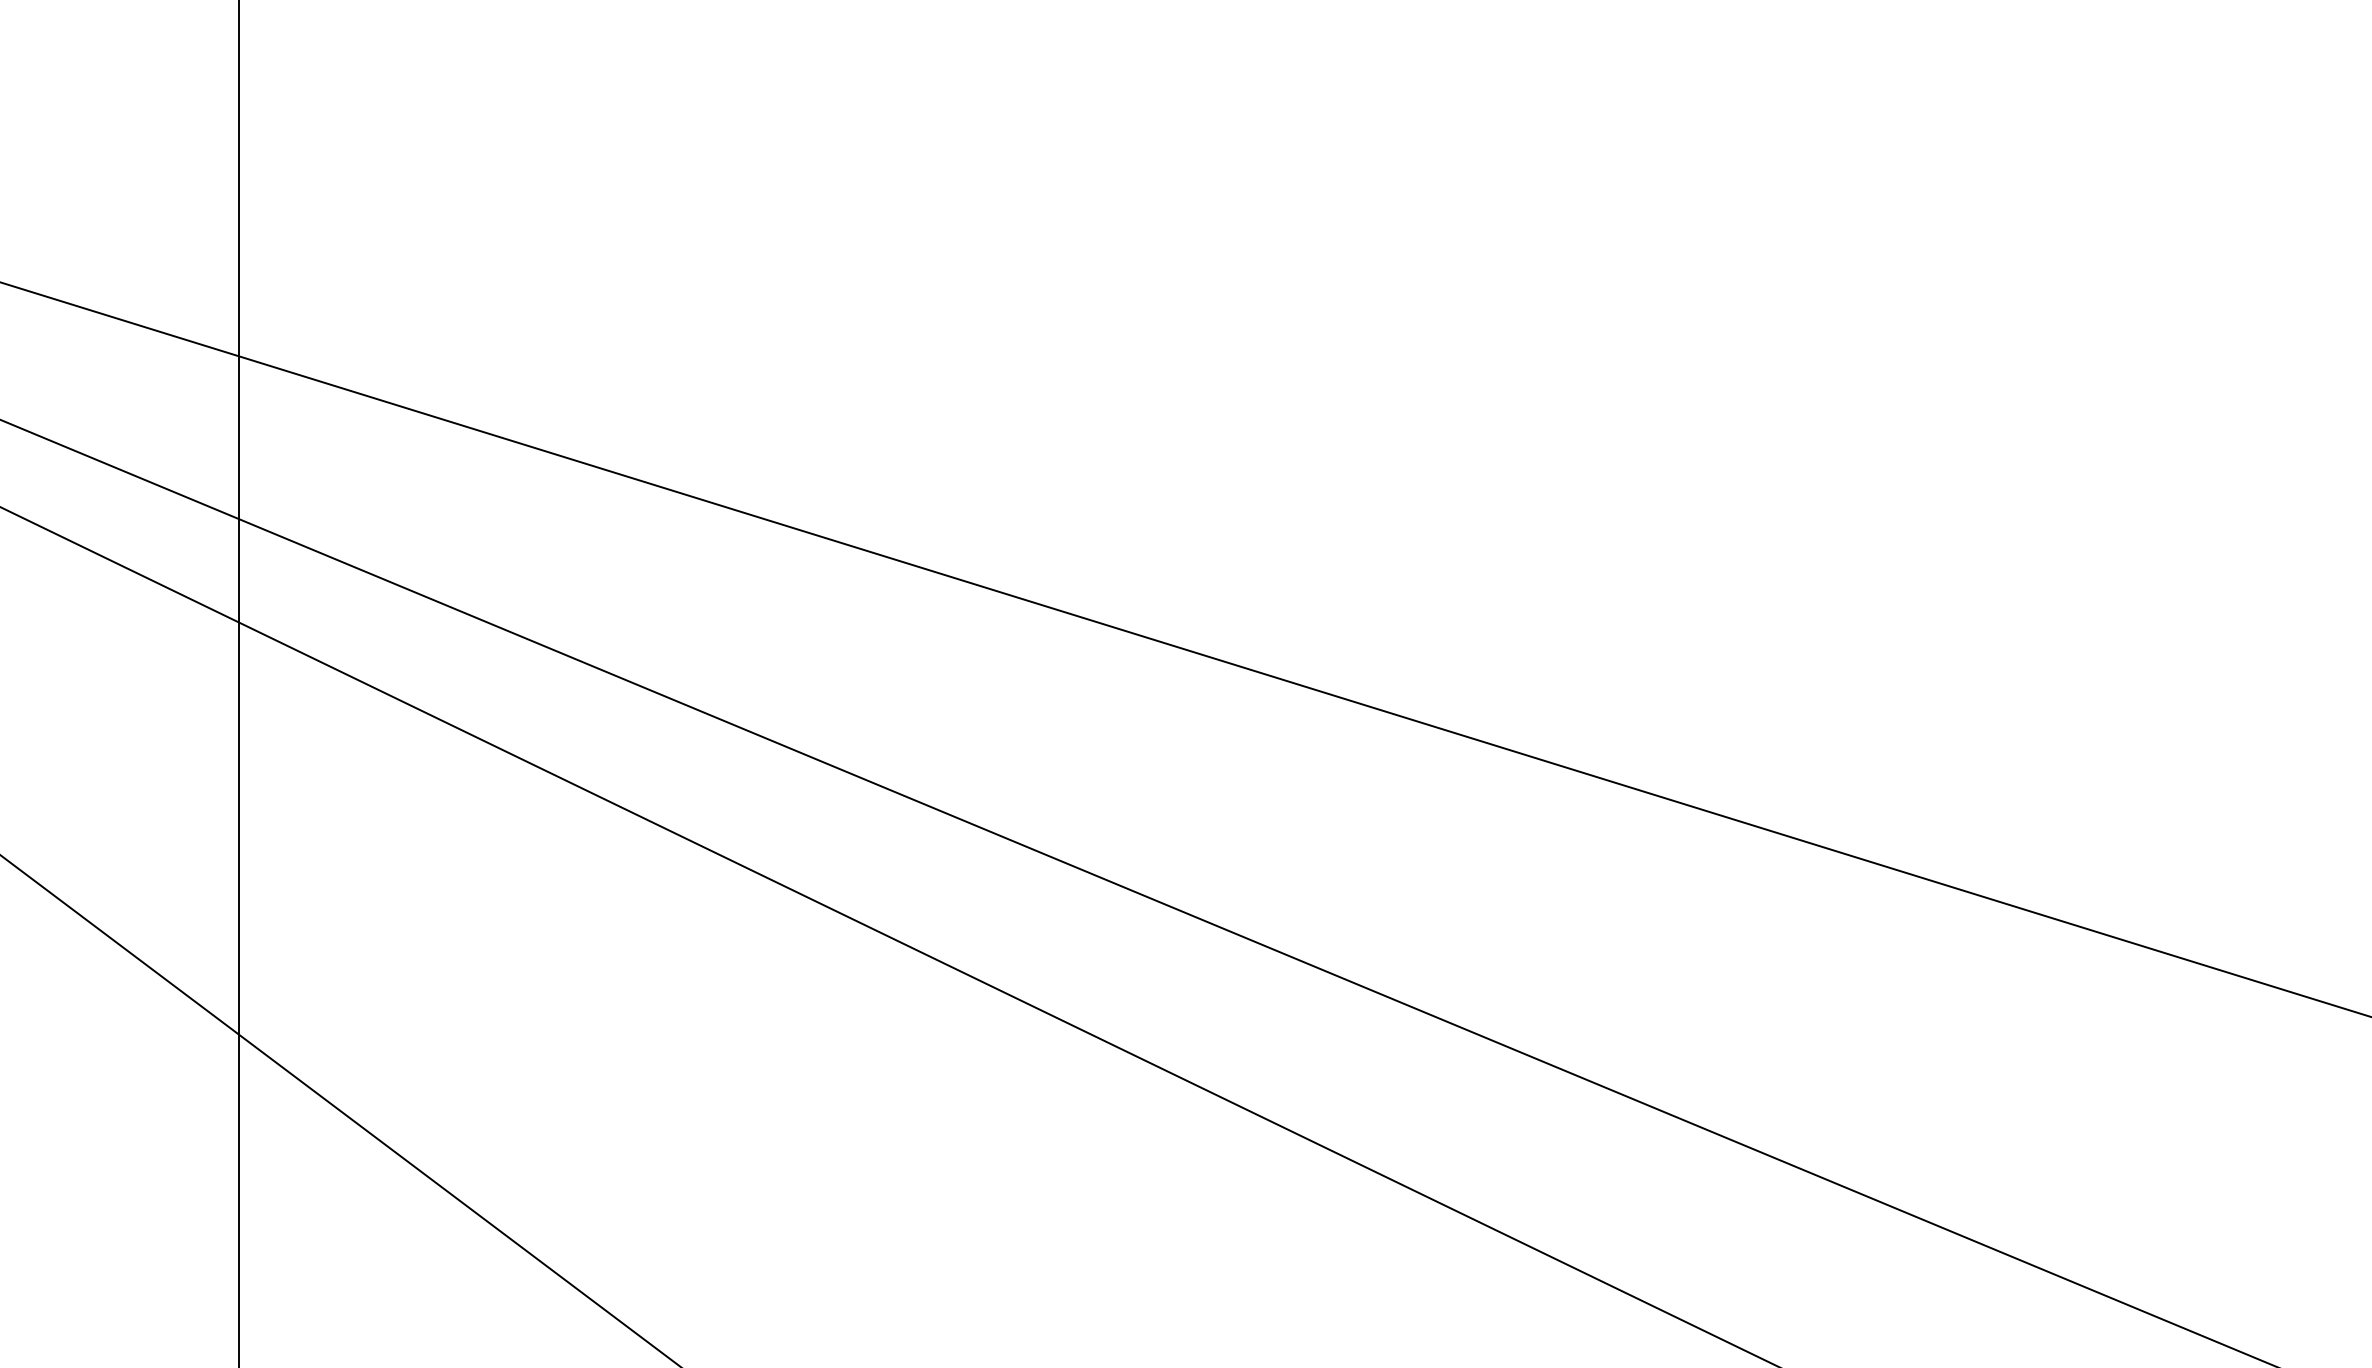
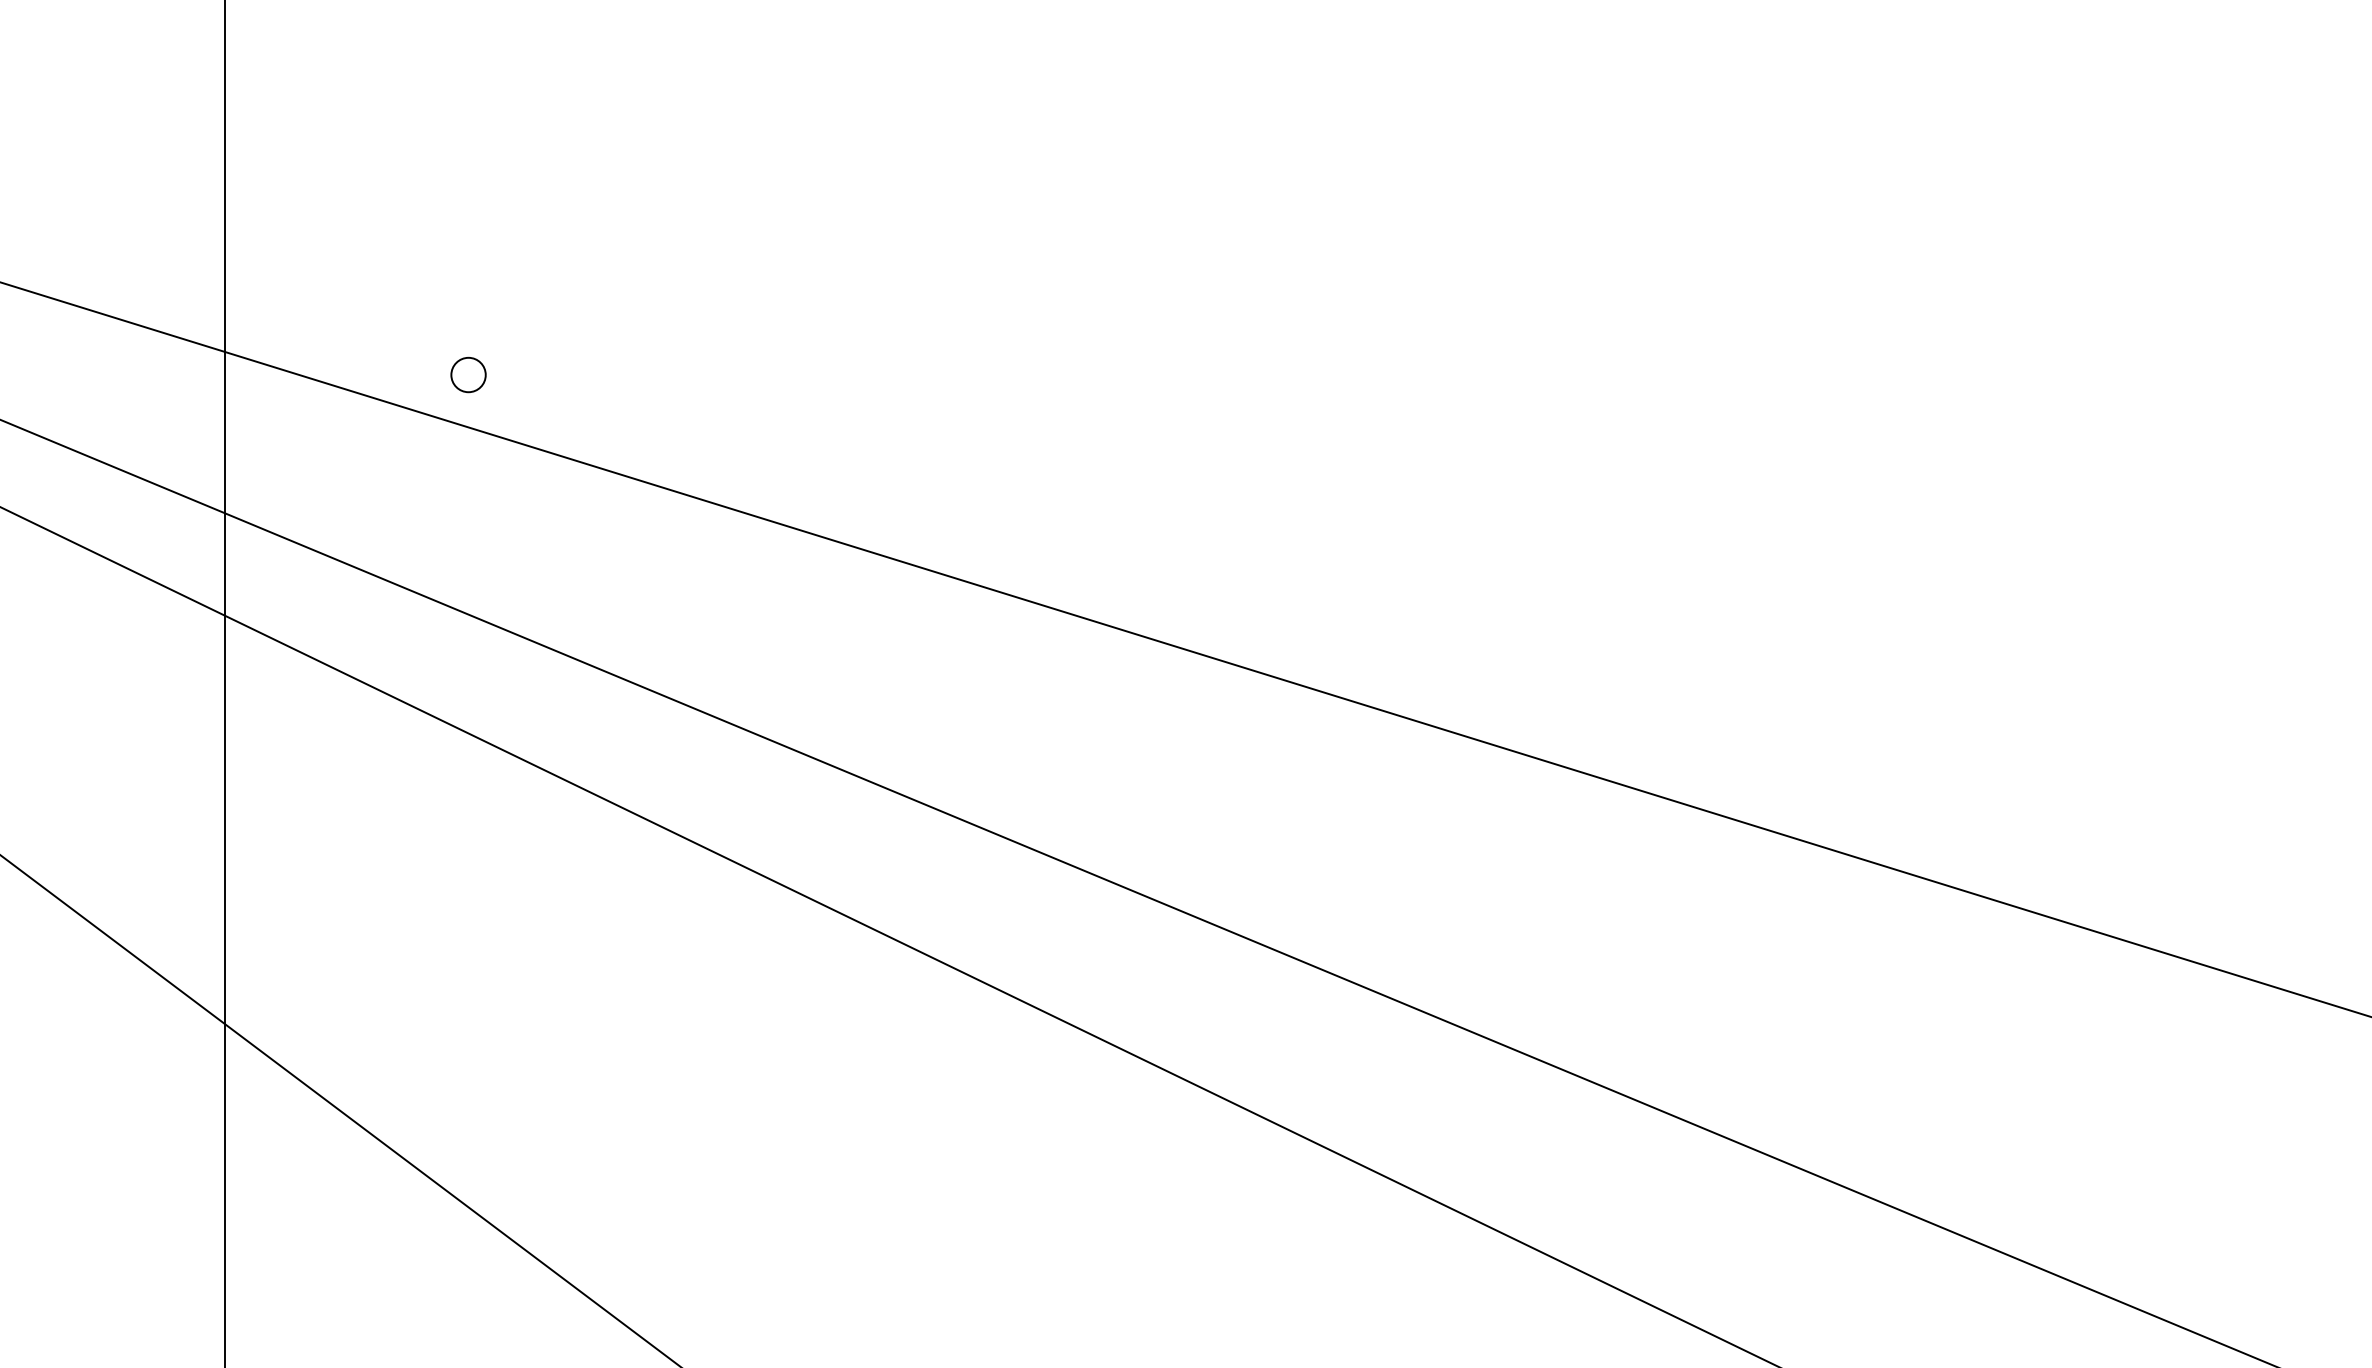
circle at (468, 374): none -> present
line at (238, 683) position: (238, 683) -> (224, 683)
